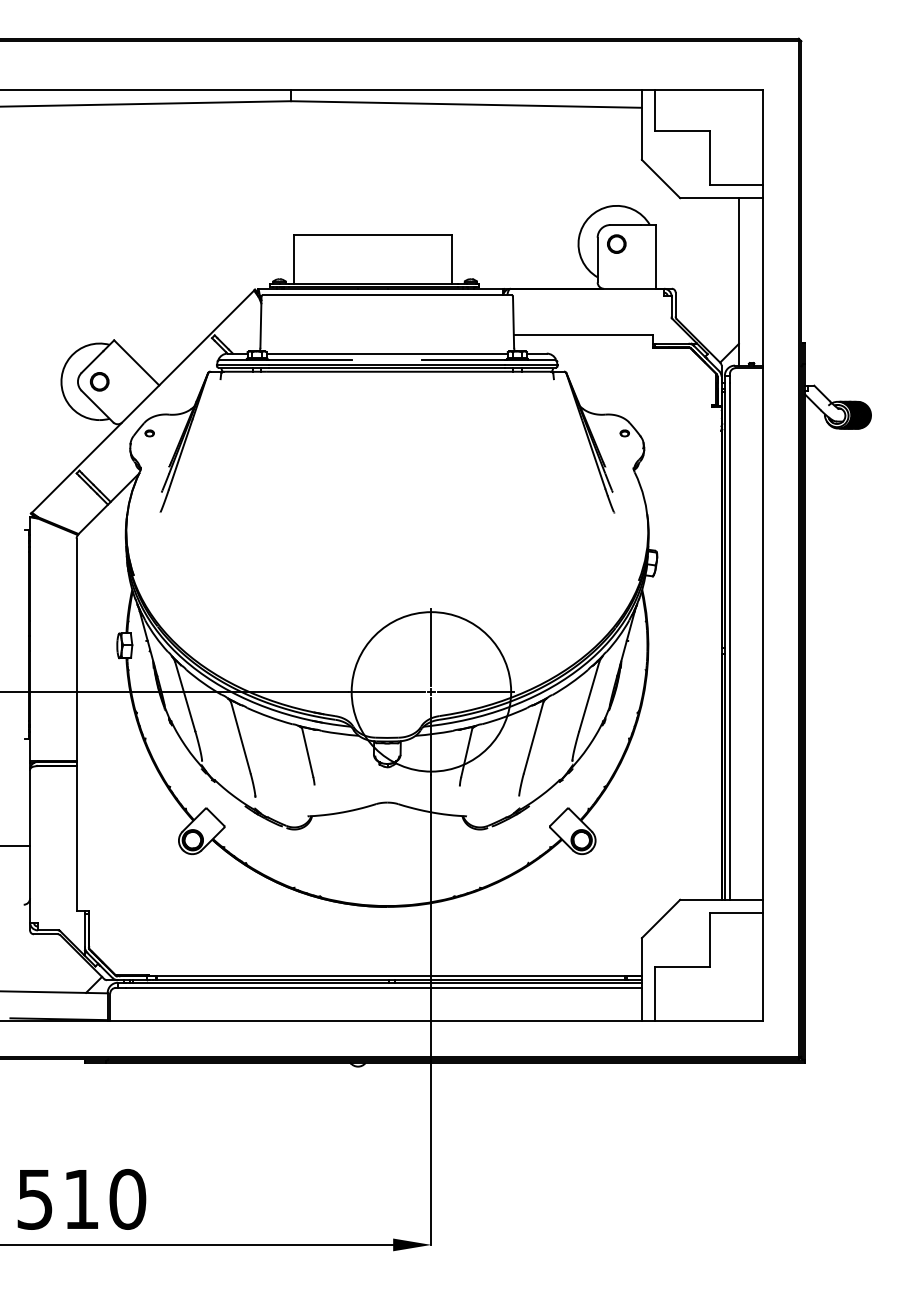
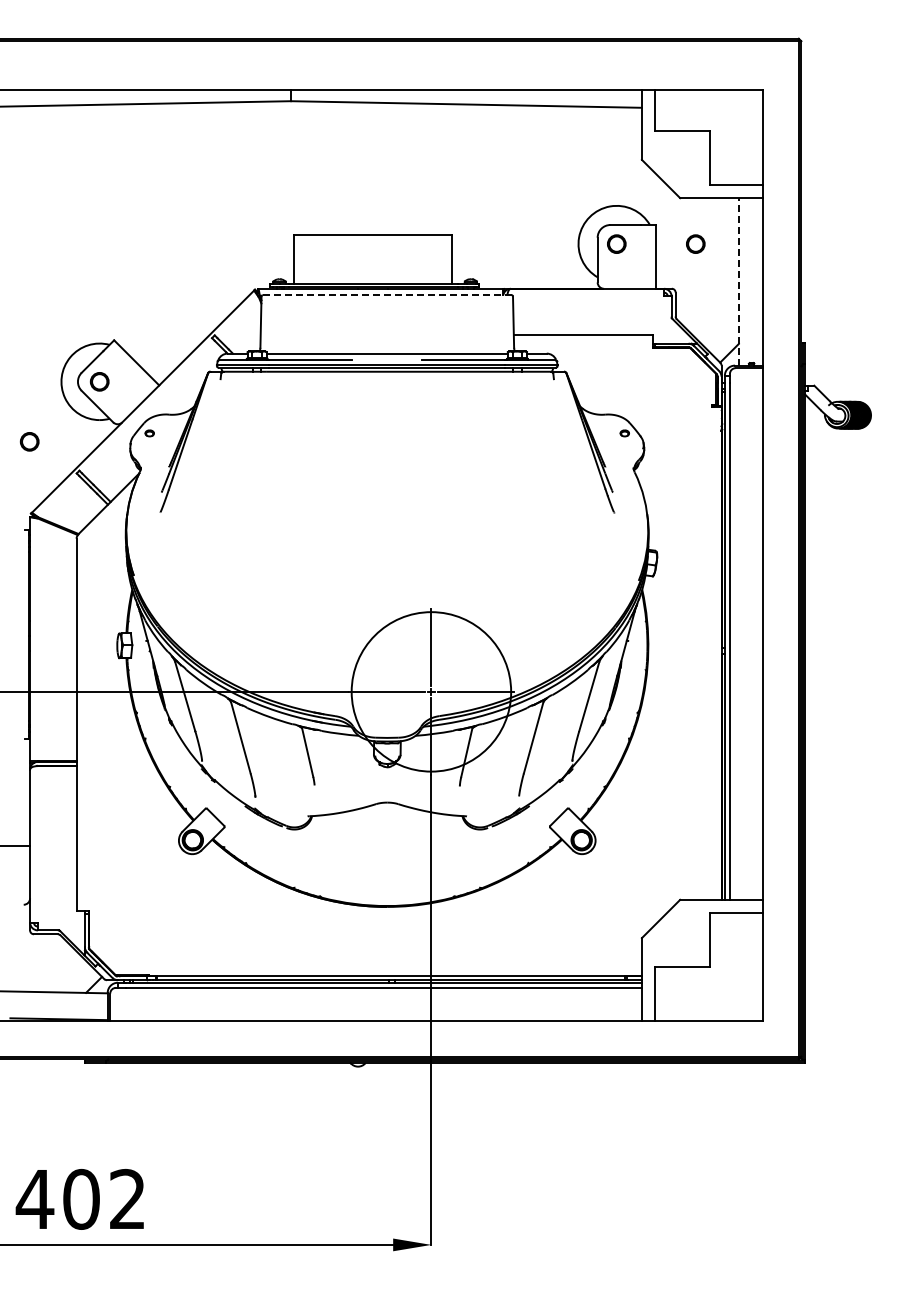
circle at (695, 243): none -> present
line at (738, 281): solid -> dashed
line at (387, 295): solid -> dashed
part at (29, 441): none -> present
text at (80, 1198): 510 -> 402
